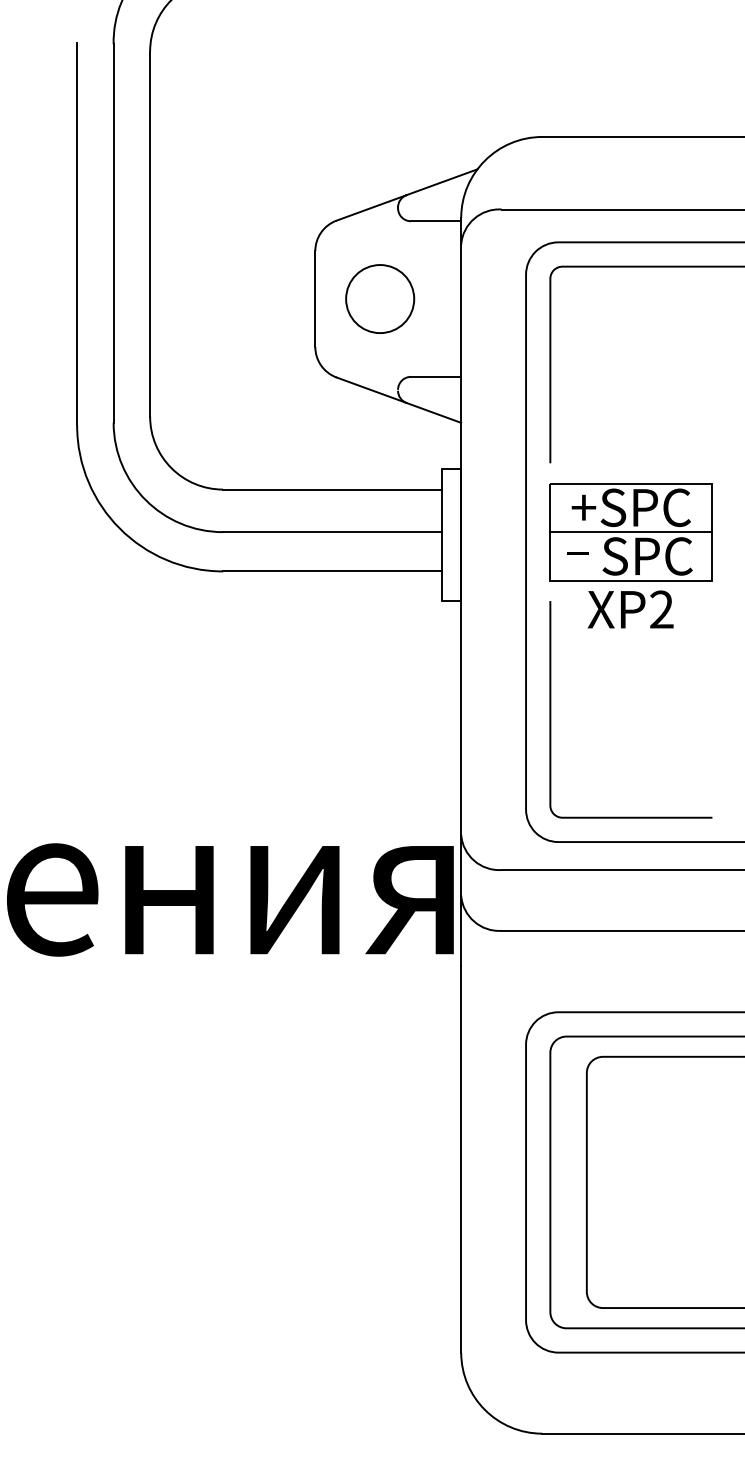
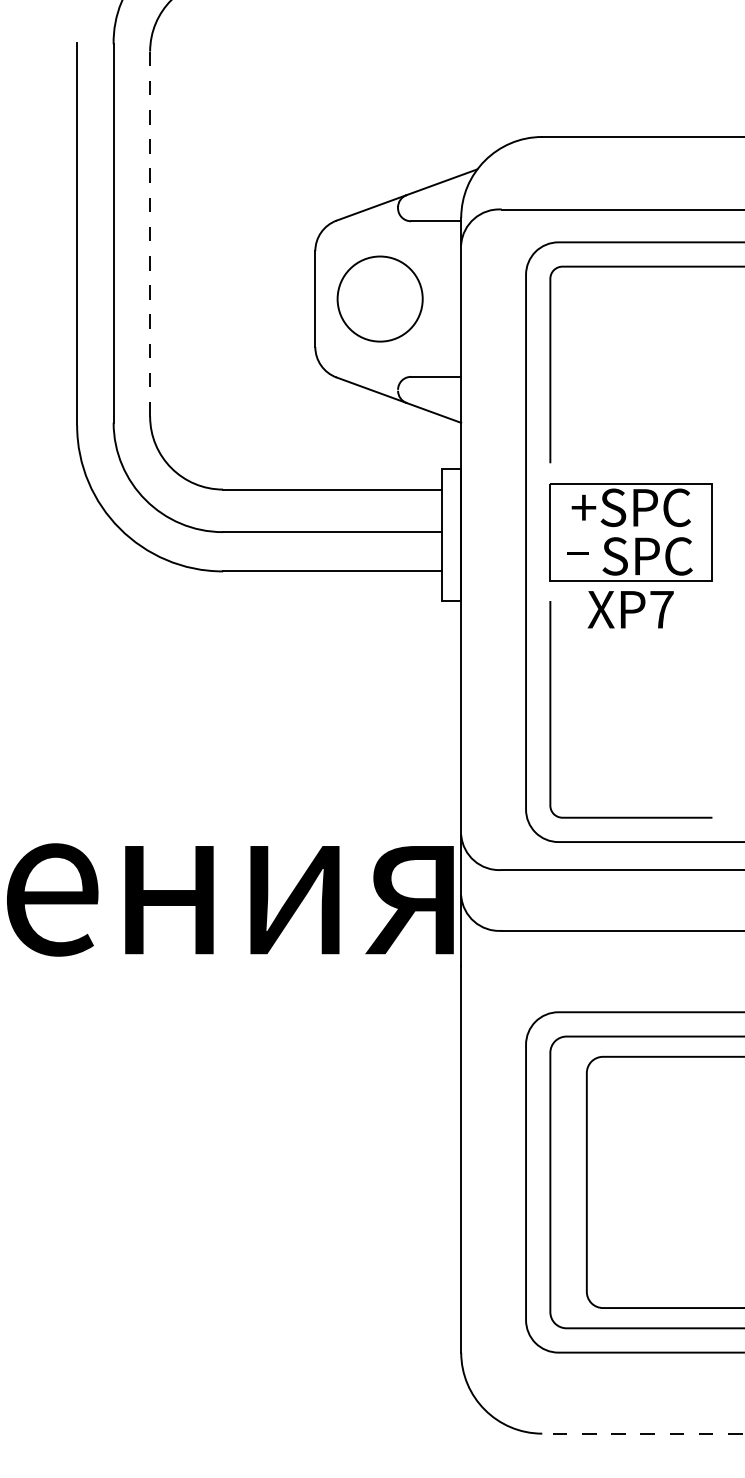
line at (150, 234): solid -> dashed
circle at (380, 299) diameter: 68 px -> 85 px
line at (631, 532): present -> none
text at (661, 609): XP2 -> XP7
line at (643, 1433): solid -> dashed
